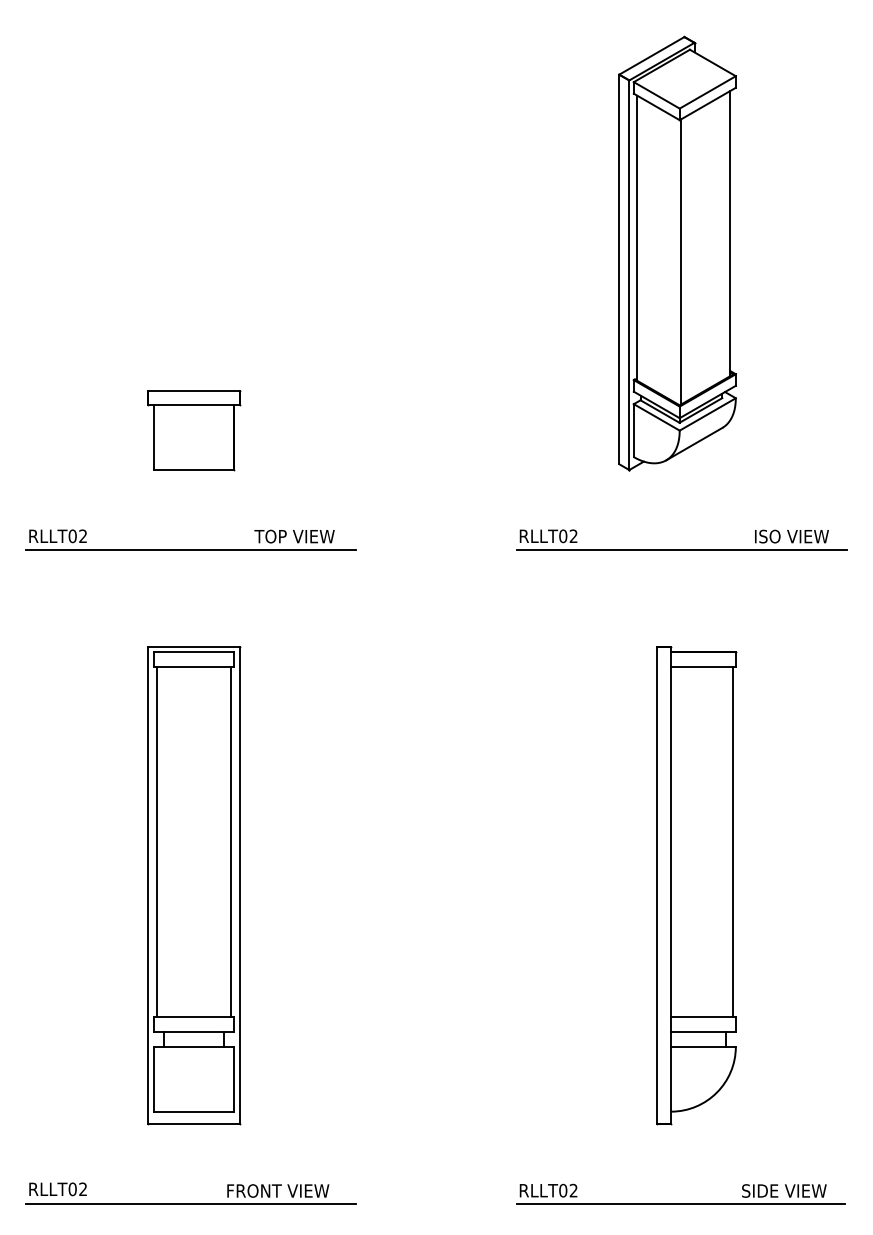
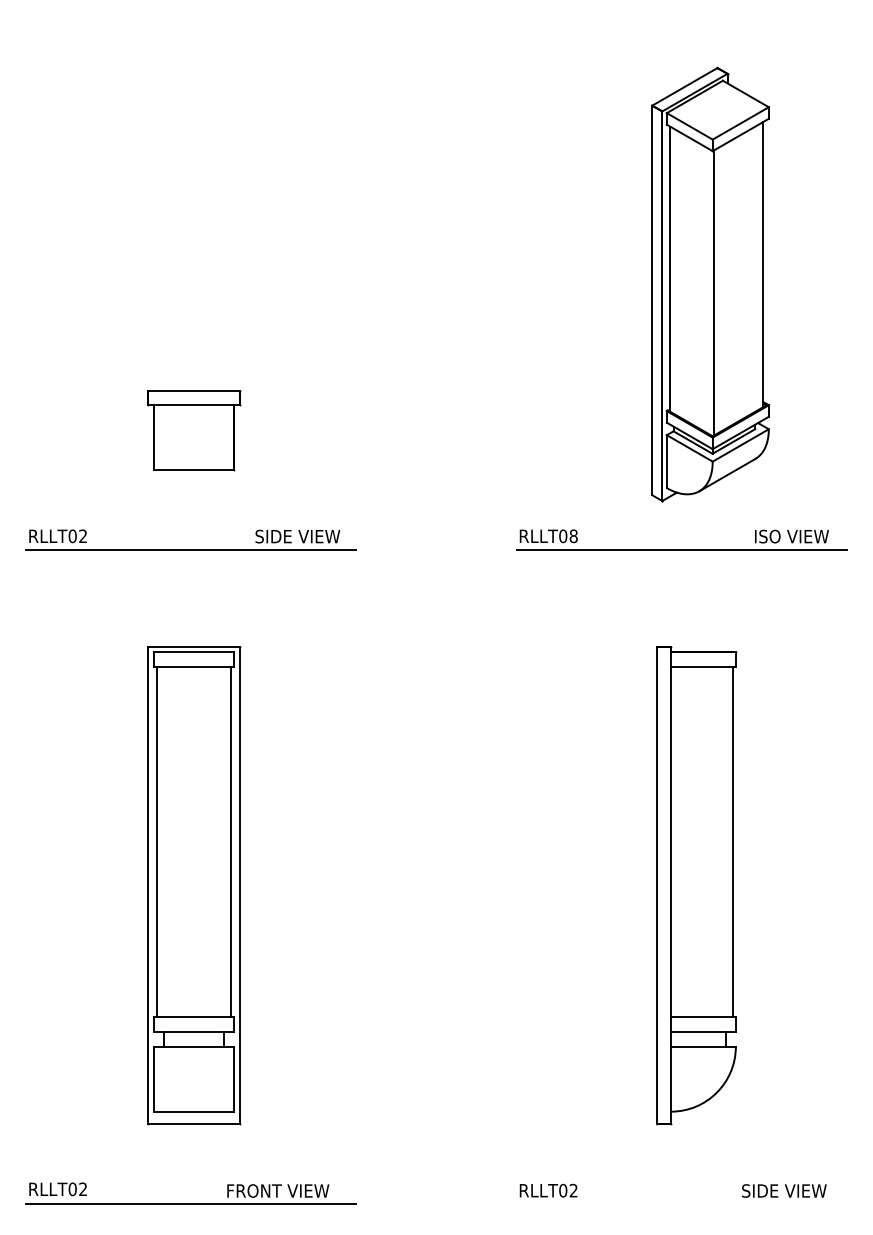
part at (677, 253) position: (677, 253) -> (710, 284)
text at (297, 536): TOP VIEW -> SIDE VIEW
text at (573, 536): RLLT02 -> RLLT08
line at (680, 1204): present -> none
